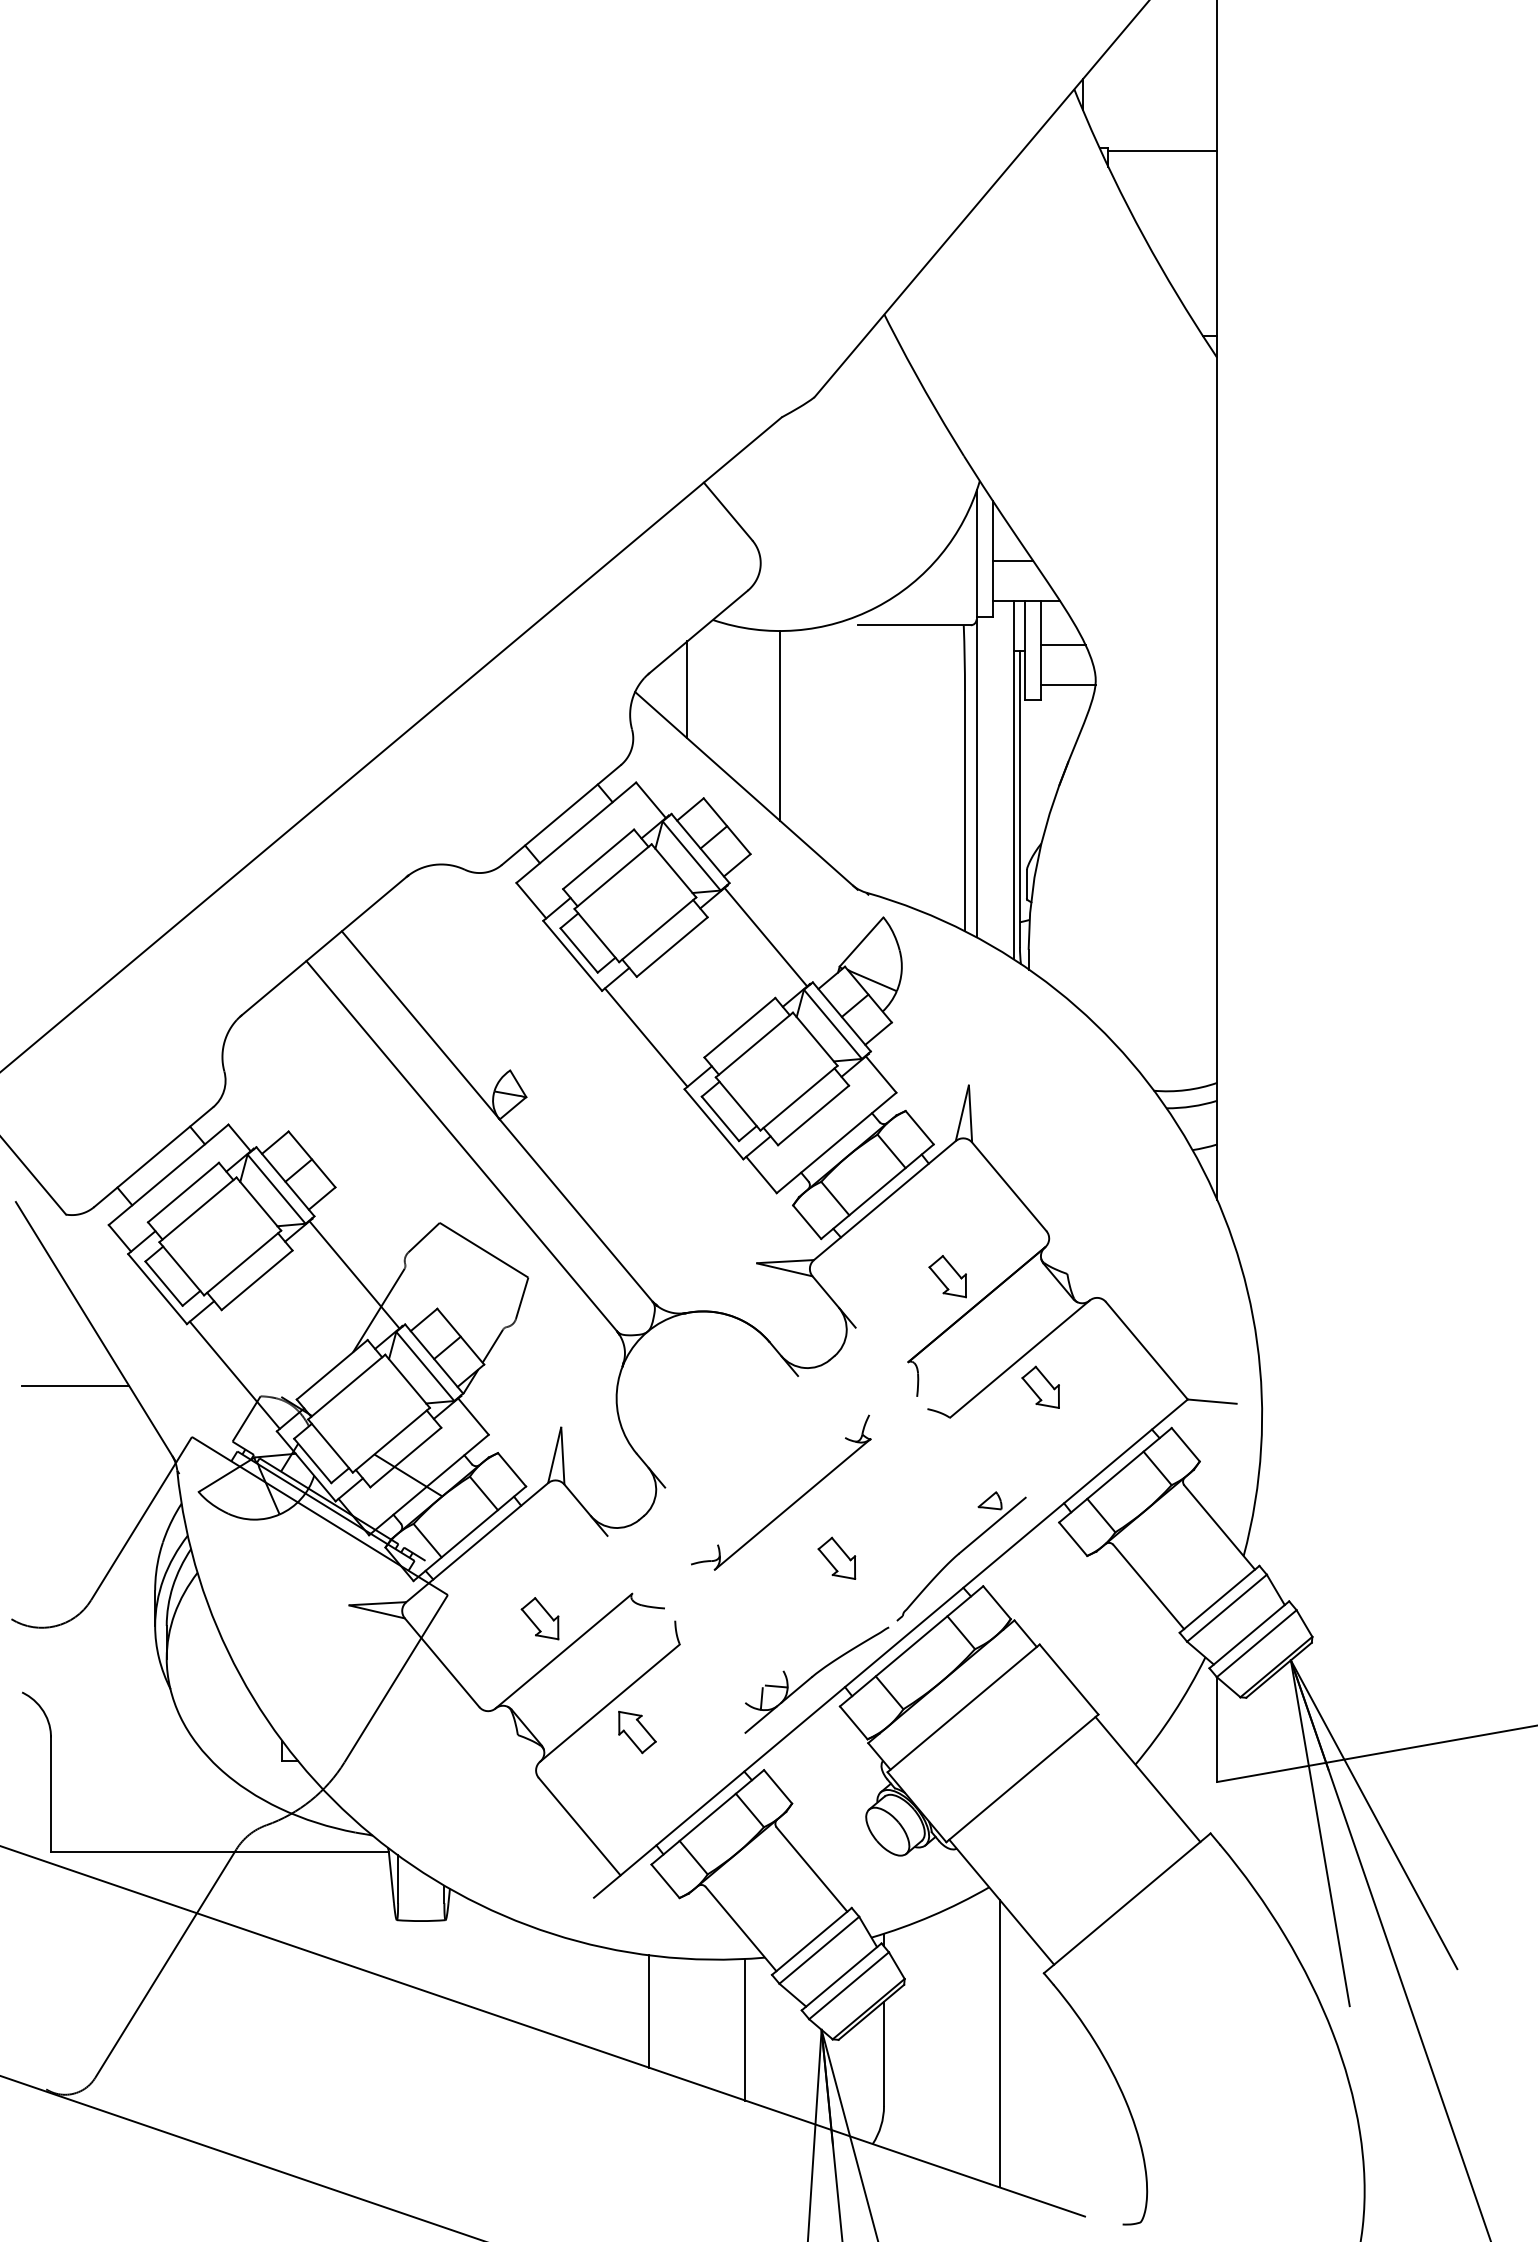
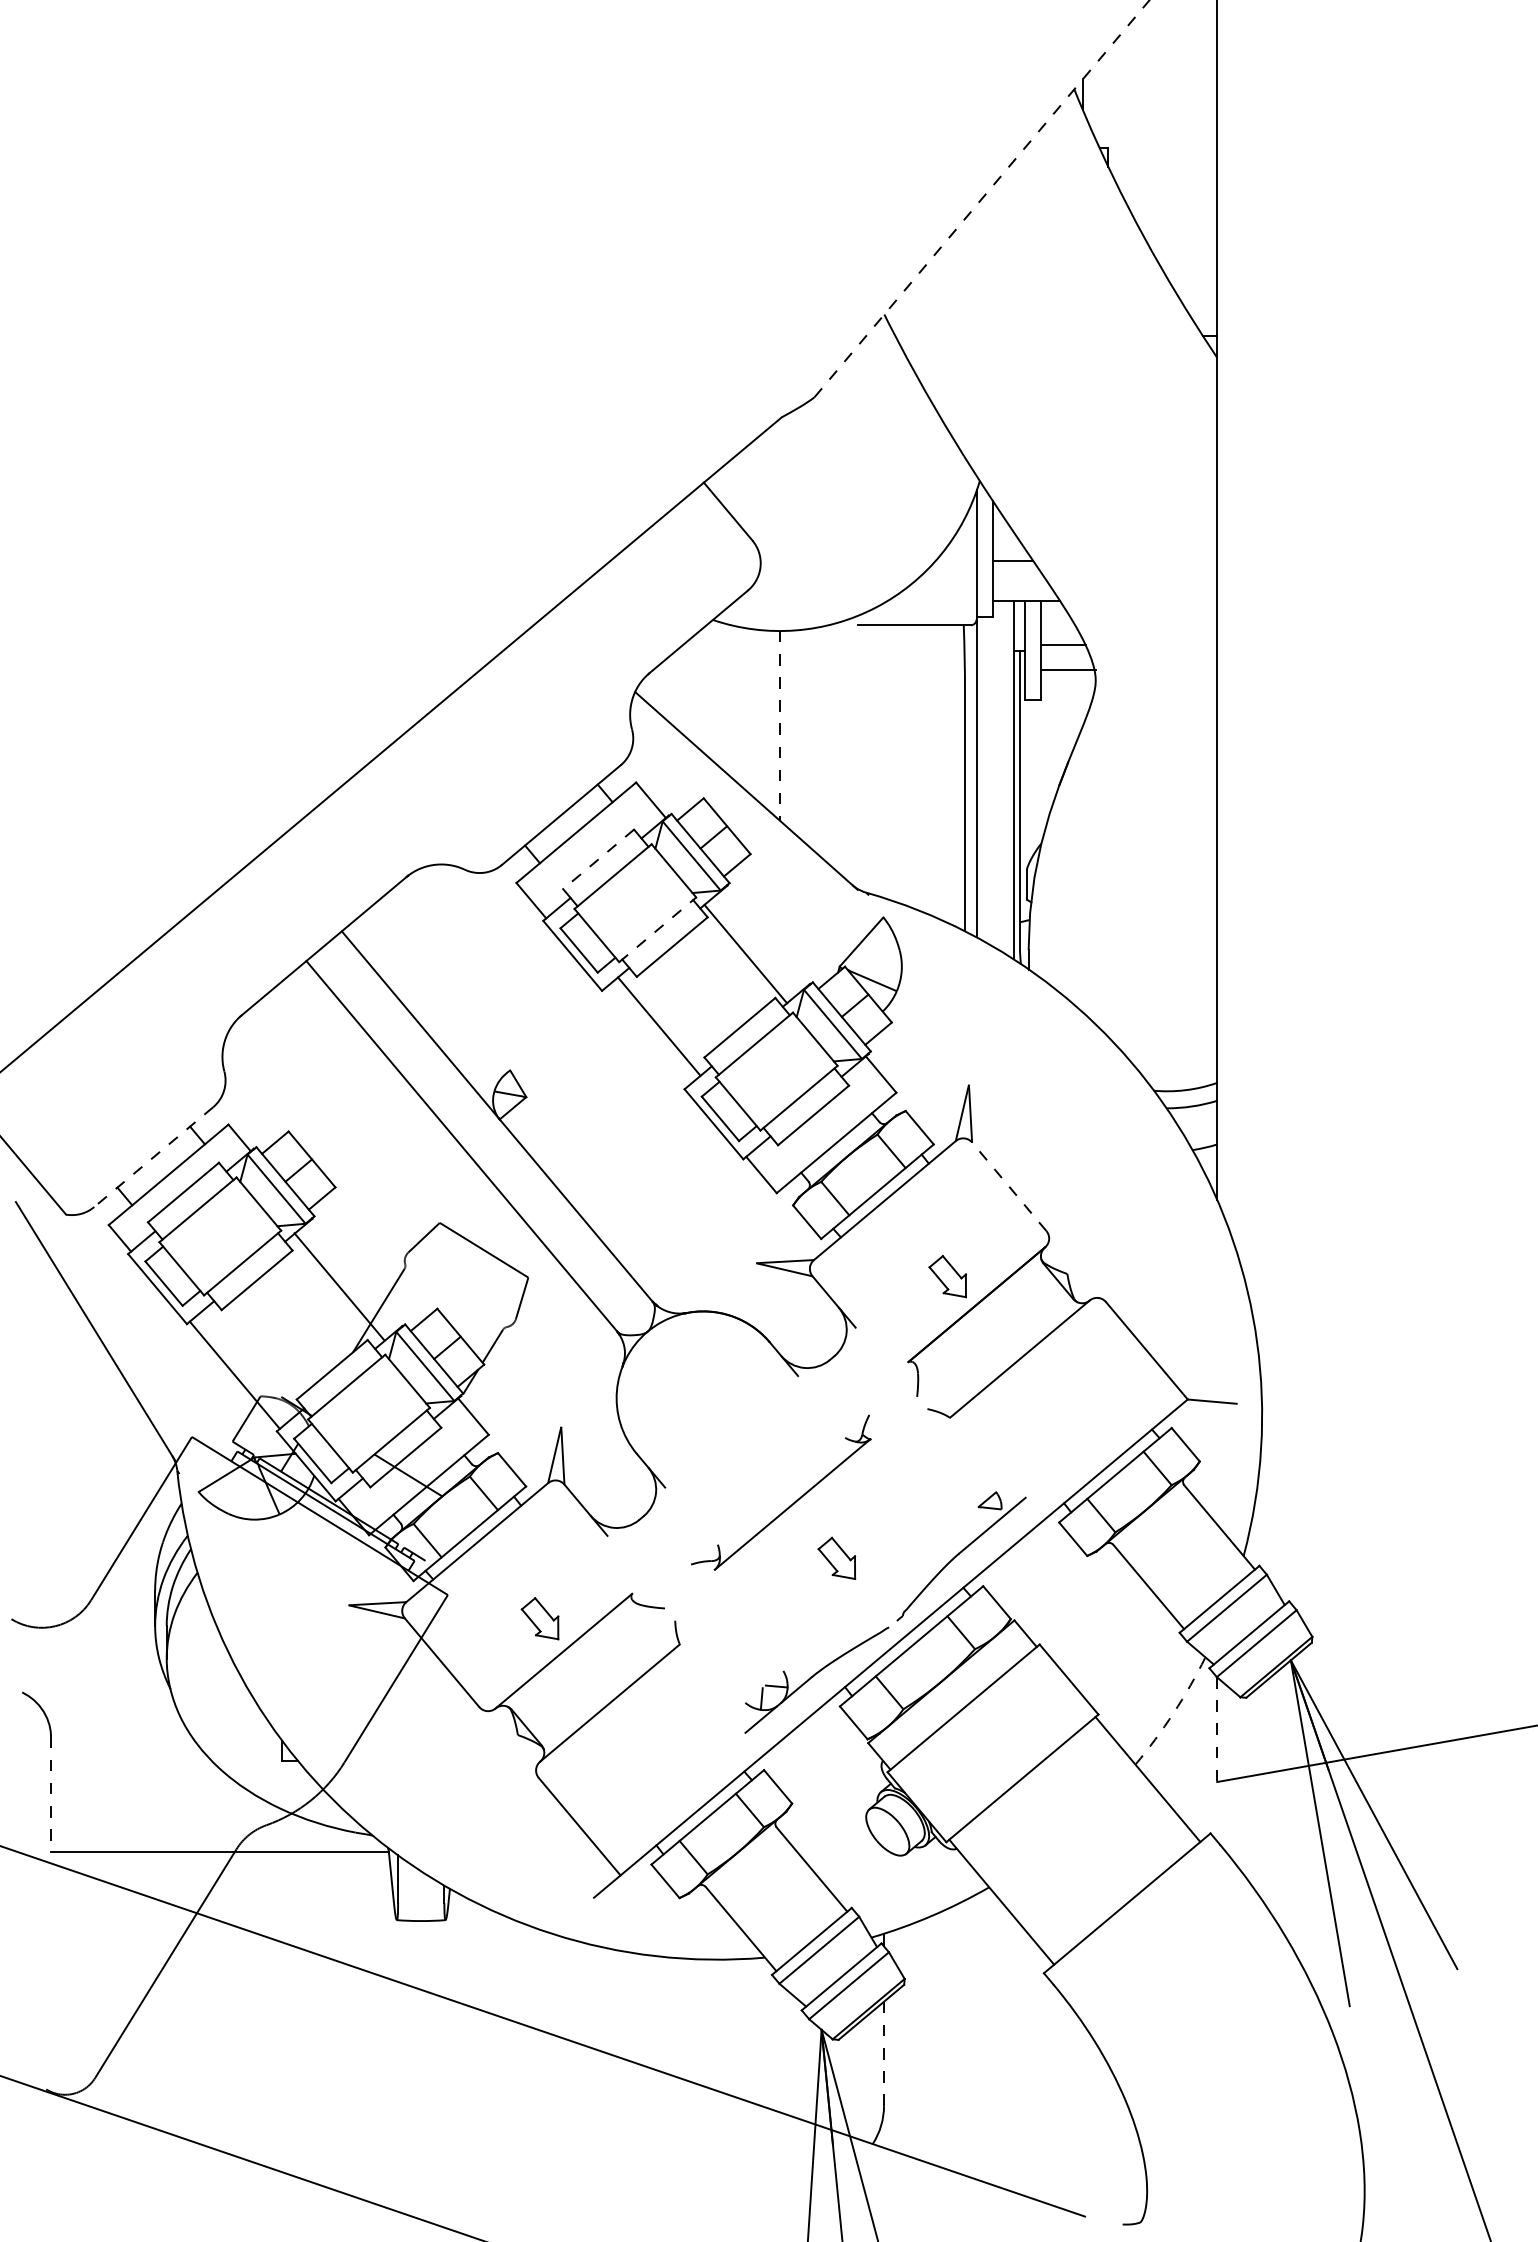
line at (1162, 150): present -> none
line at (981, 198): solid -> dashed
line at (1068, 685) position: (1068, 685) -> (1068, 670)
line at (687, 689): present -> none
line at (779, 725): solid -> dashed
line at (598, 859): solid -> dashed
line at (658, 929): solid -> dashed
line at (765, 937) position: (765, 937) -> (745, 954)
line at (645, 1037) position: (645, 1037) -> (658, 1026)
line at (153, 1157): solid -> dashed
line at (1009, 1186): solid -> dashed
line at (354, 1274) position: (354, 1274) -> (339, 1286)
line at (75, 1385): present -> none
part at (1040, 1386): present -> none
arc at (1173, 1713): solid -> dashed
line at (1217, 1730): solid -> dashed
part at (637, 1732): present -> none
line at (51, 1794): solid -> dashed
line at (649, 2011): present -> none
line at (745, 2029): present -> none
line at (999, 2043): present -> none
line at (884, 2054): solid -> dashed
